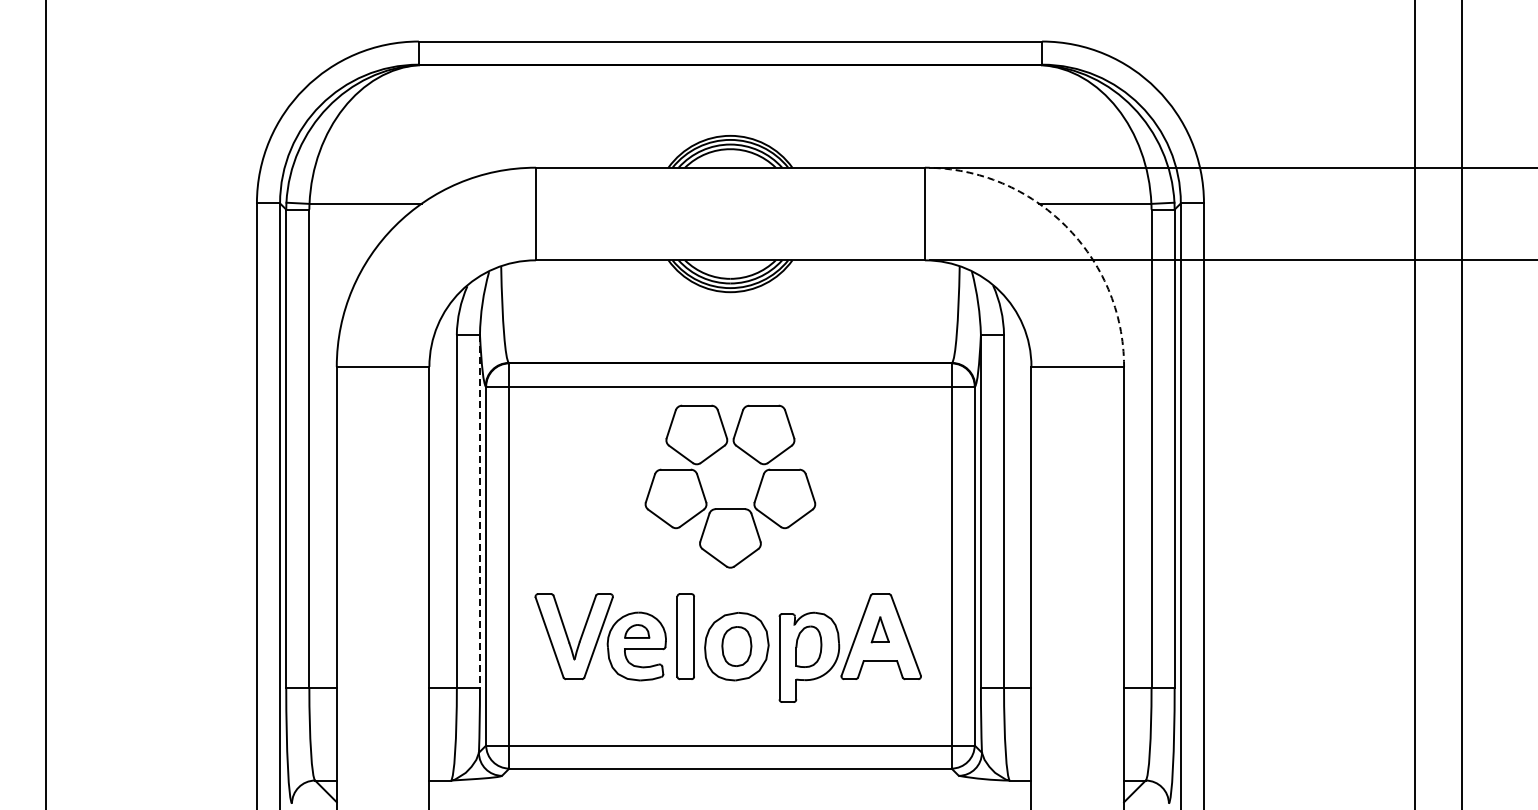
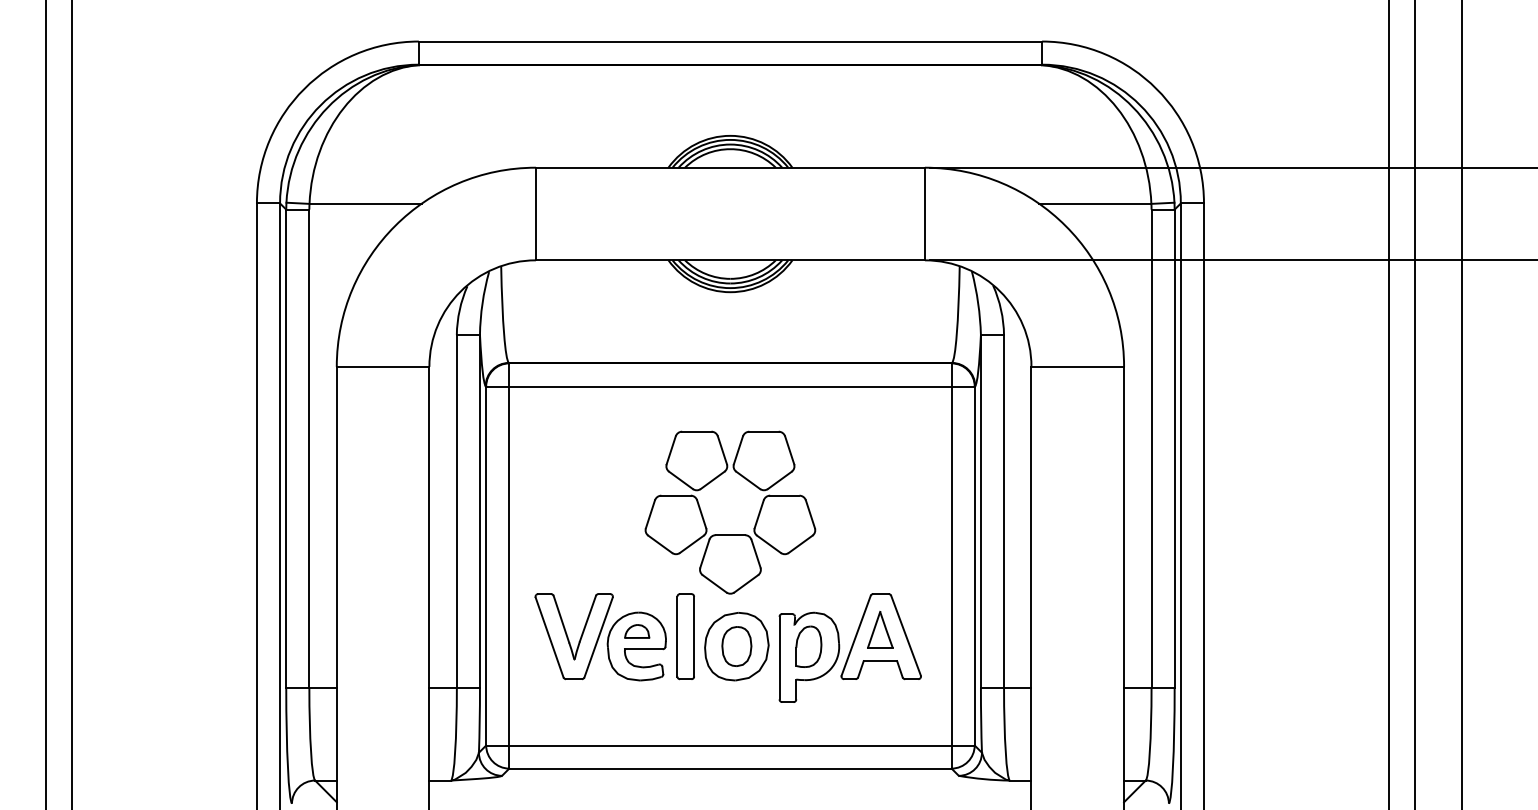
arc at (1065, 226): dashed -> solid
line at (71, 404): none -> present
line at (1389, 404): none -> present
part at (730, 508) position: (730, 508) -> (730, 534)
line at (479, 512): dashed -> solid
part at (879, 629) size: 20x28 px -> 27x38 px
